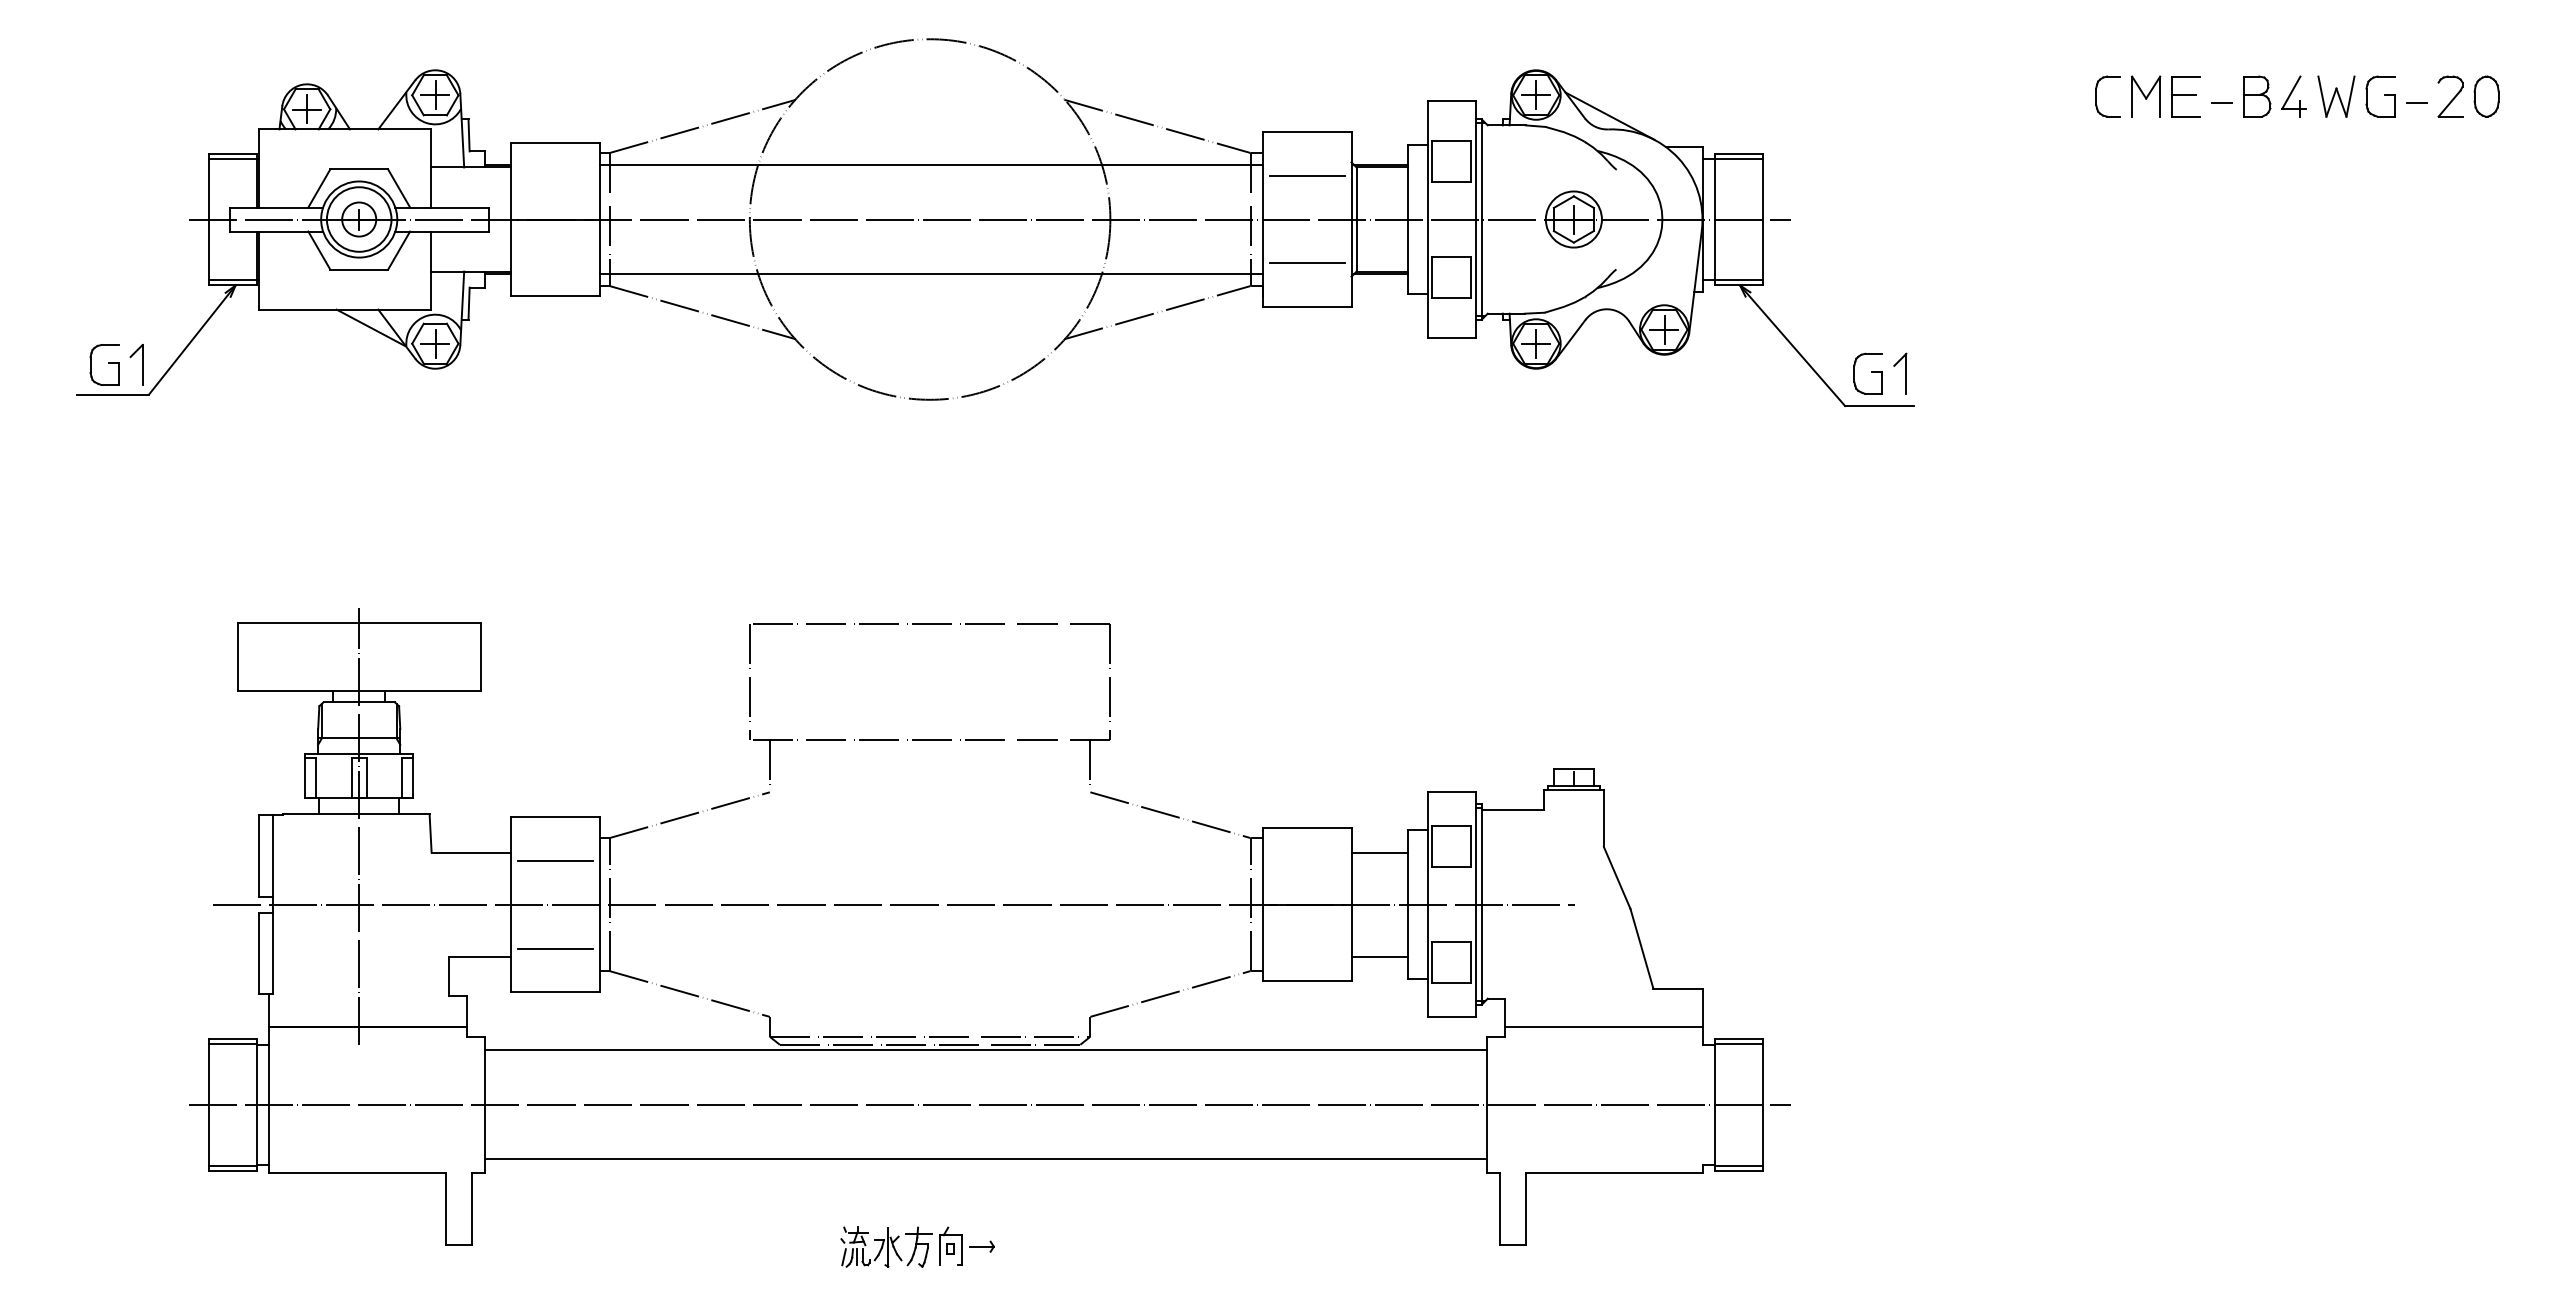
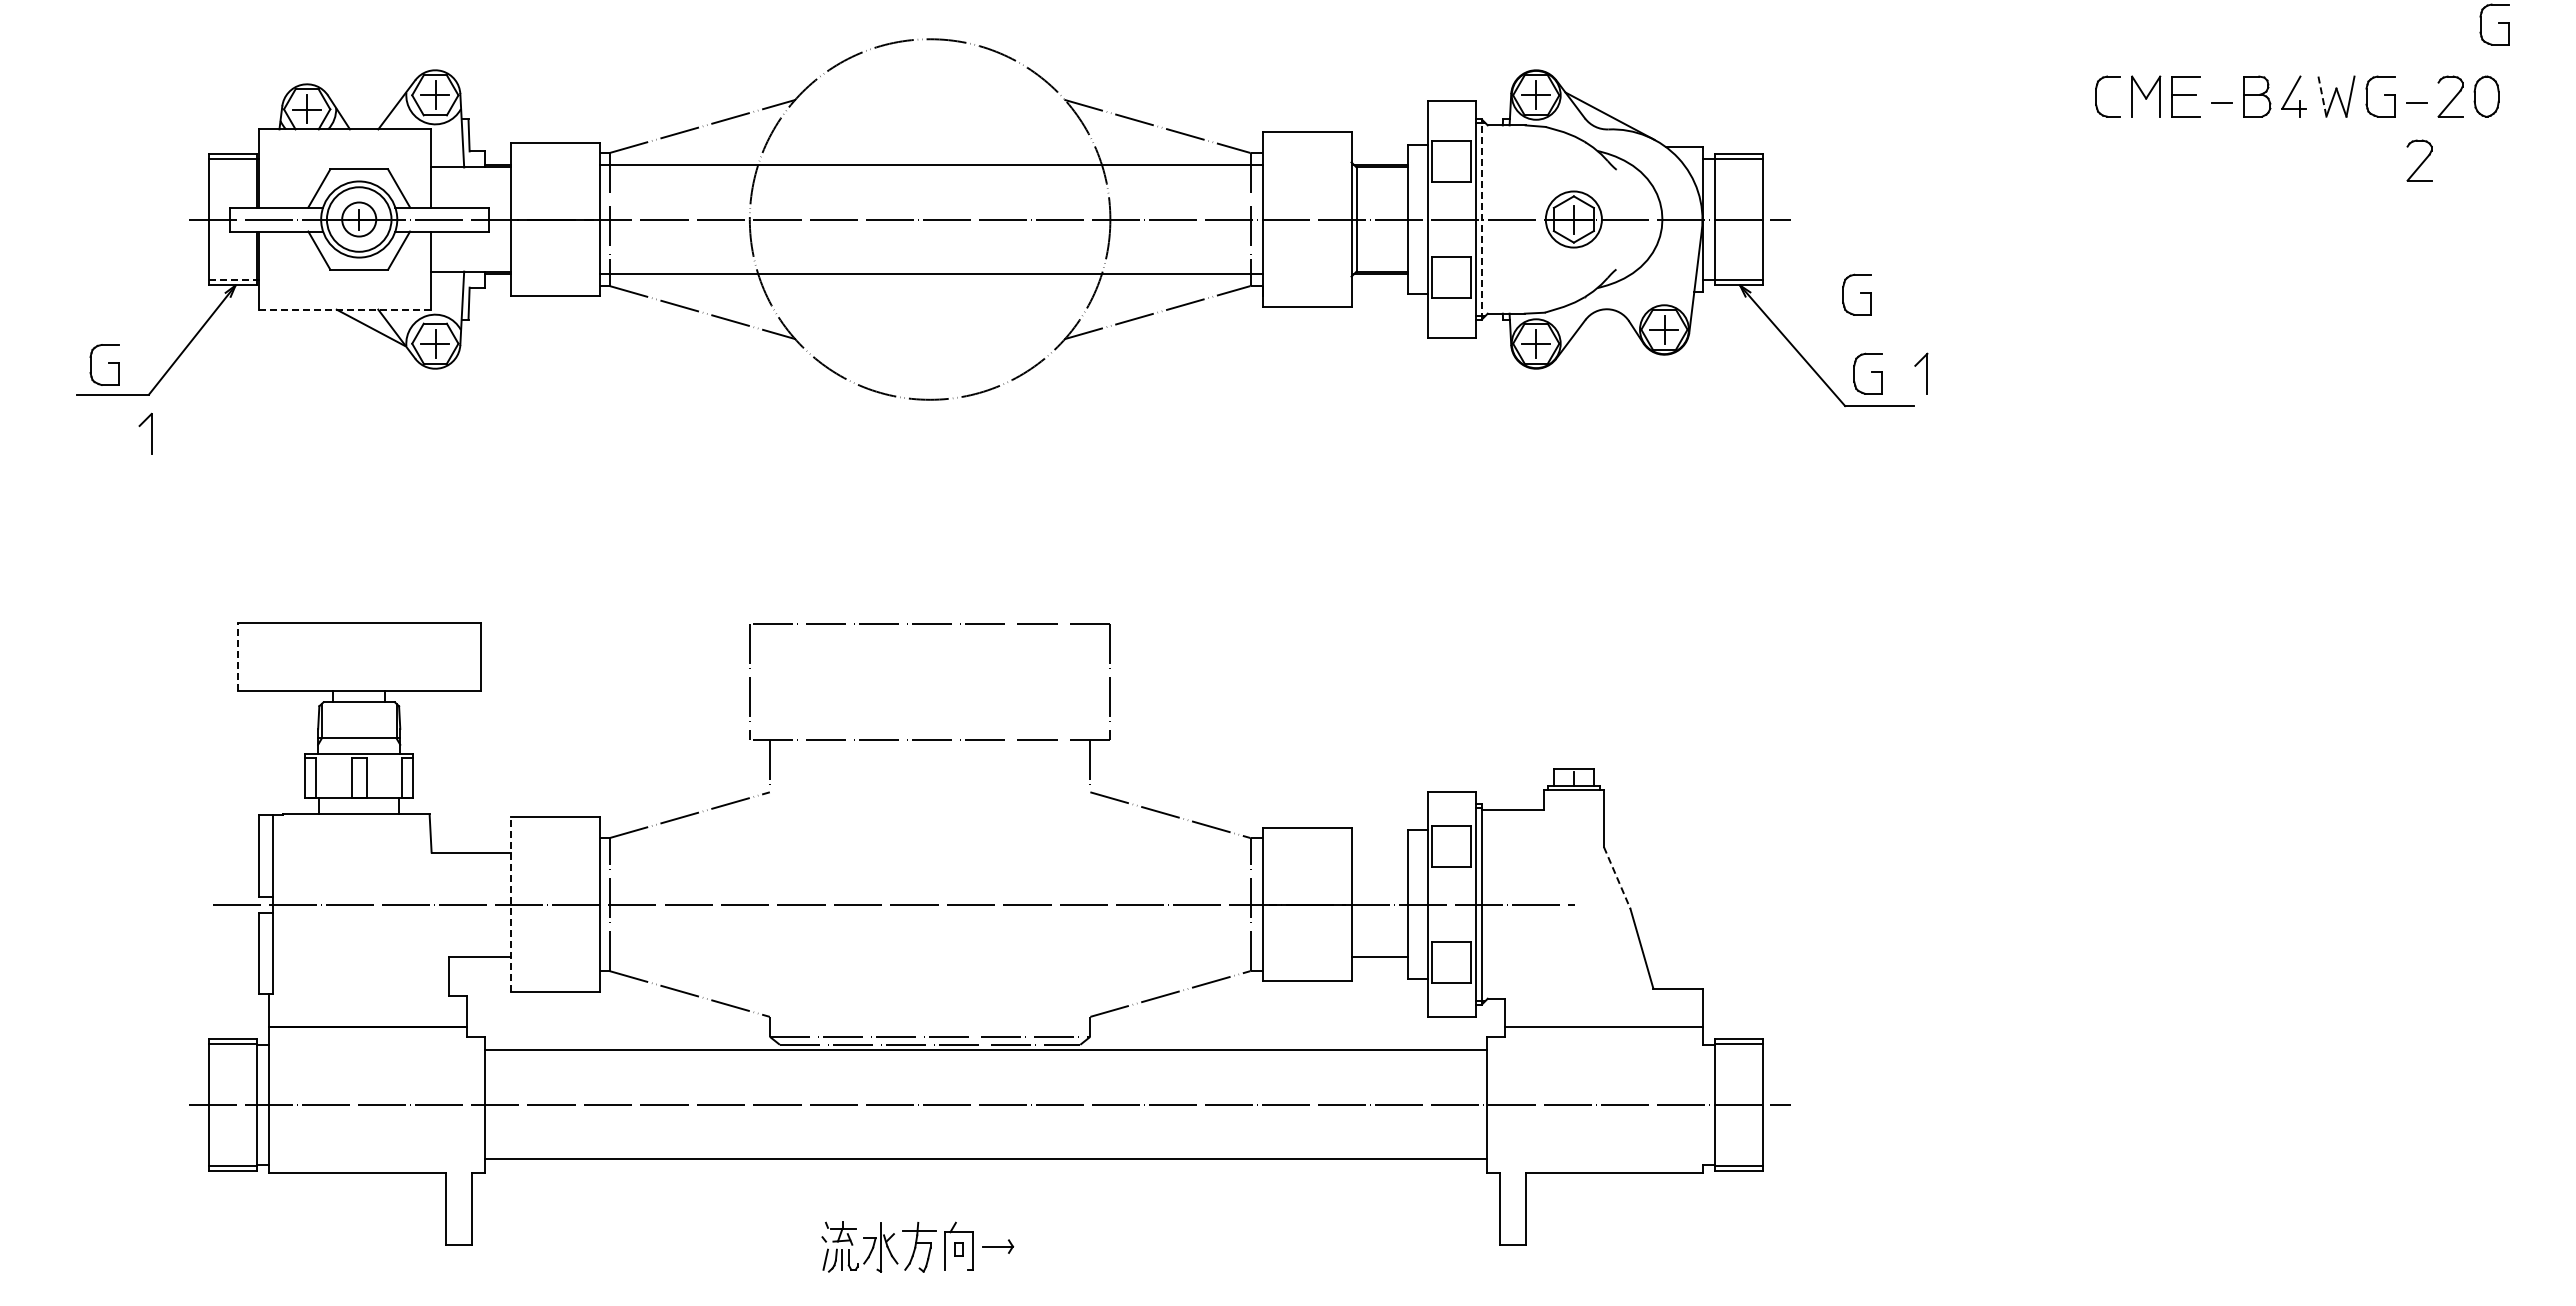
part at (2494, 24): none -> present
line at (2322, 97): solid -> dashed
part at (2419, 160): none -> present
line at (1307, 175): present -> none
line at (1481, 219): solid -> dashed
line at (1307, 263): present -> none
line at (233, 280): solid -> dashed
part at (1856, 294): none -> present
line at (344, 309): solid -> dashed
part at (136, 364) position: (136, 364) -> (145, 433)
part at (1900, 373) position: (1900, 373) -> (1921, 373)
line at (237, 656): solid -> dashed
line at (359, 826): present -> none
line at (1379, 852): present -> none
line at (555, 860): present -> none
line at (1617, 877): solid -> dashed
line at (511, 904): solid -> dashed
line at (555, 948): present -> none
part at (917, 1246) size: 155x42 px -> 194x52 px
